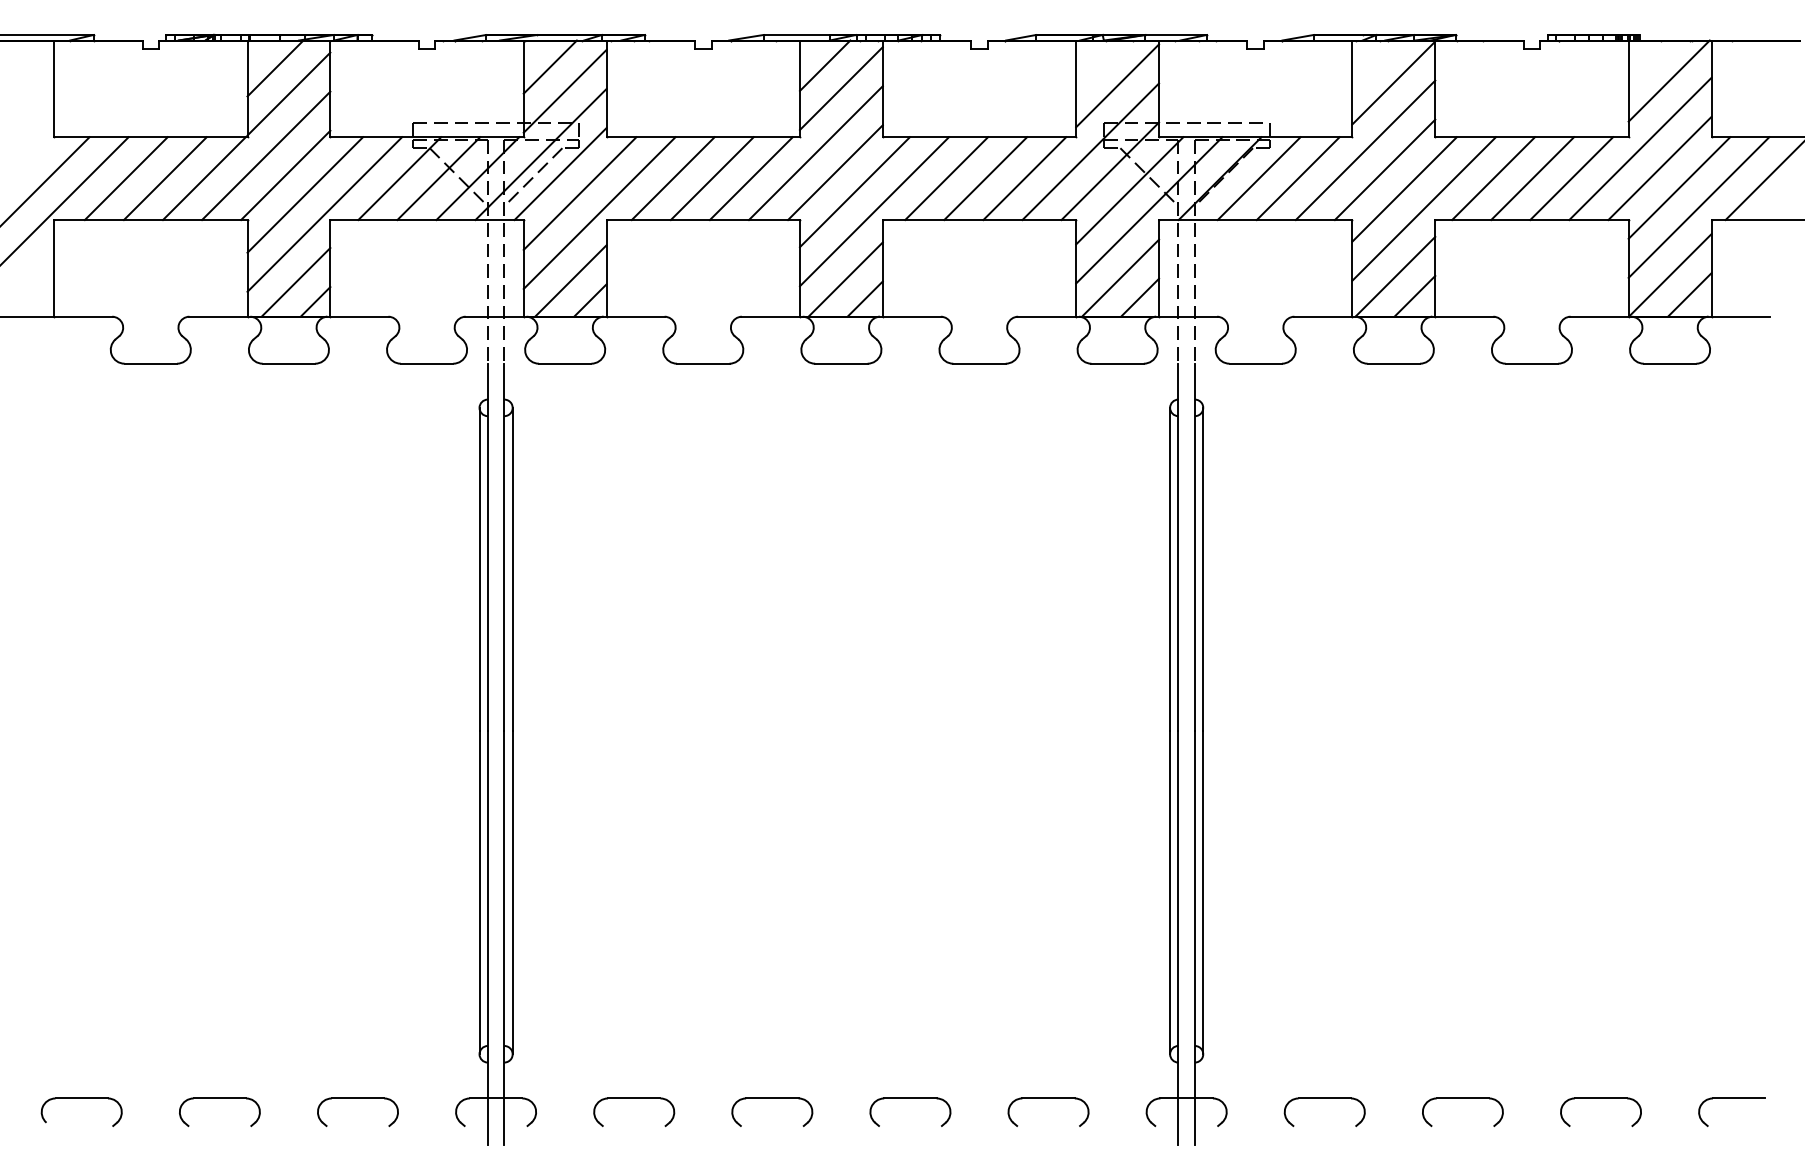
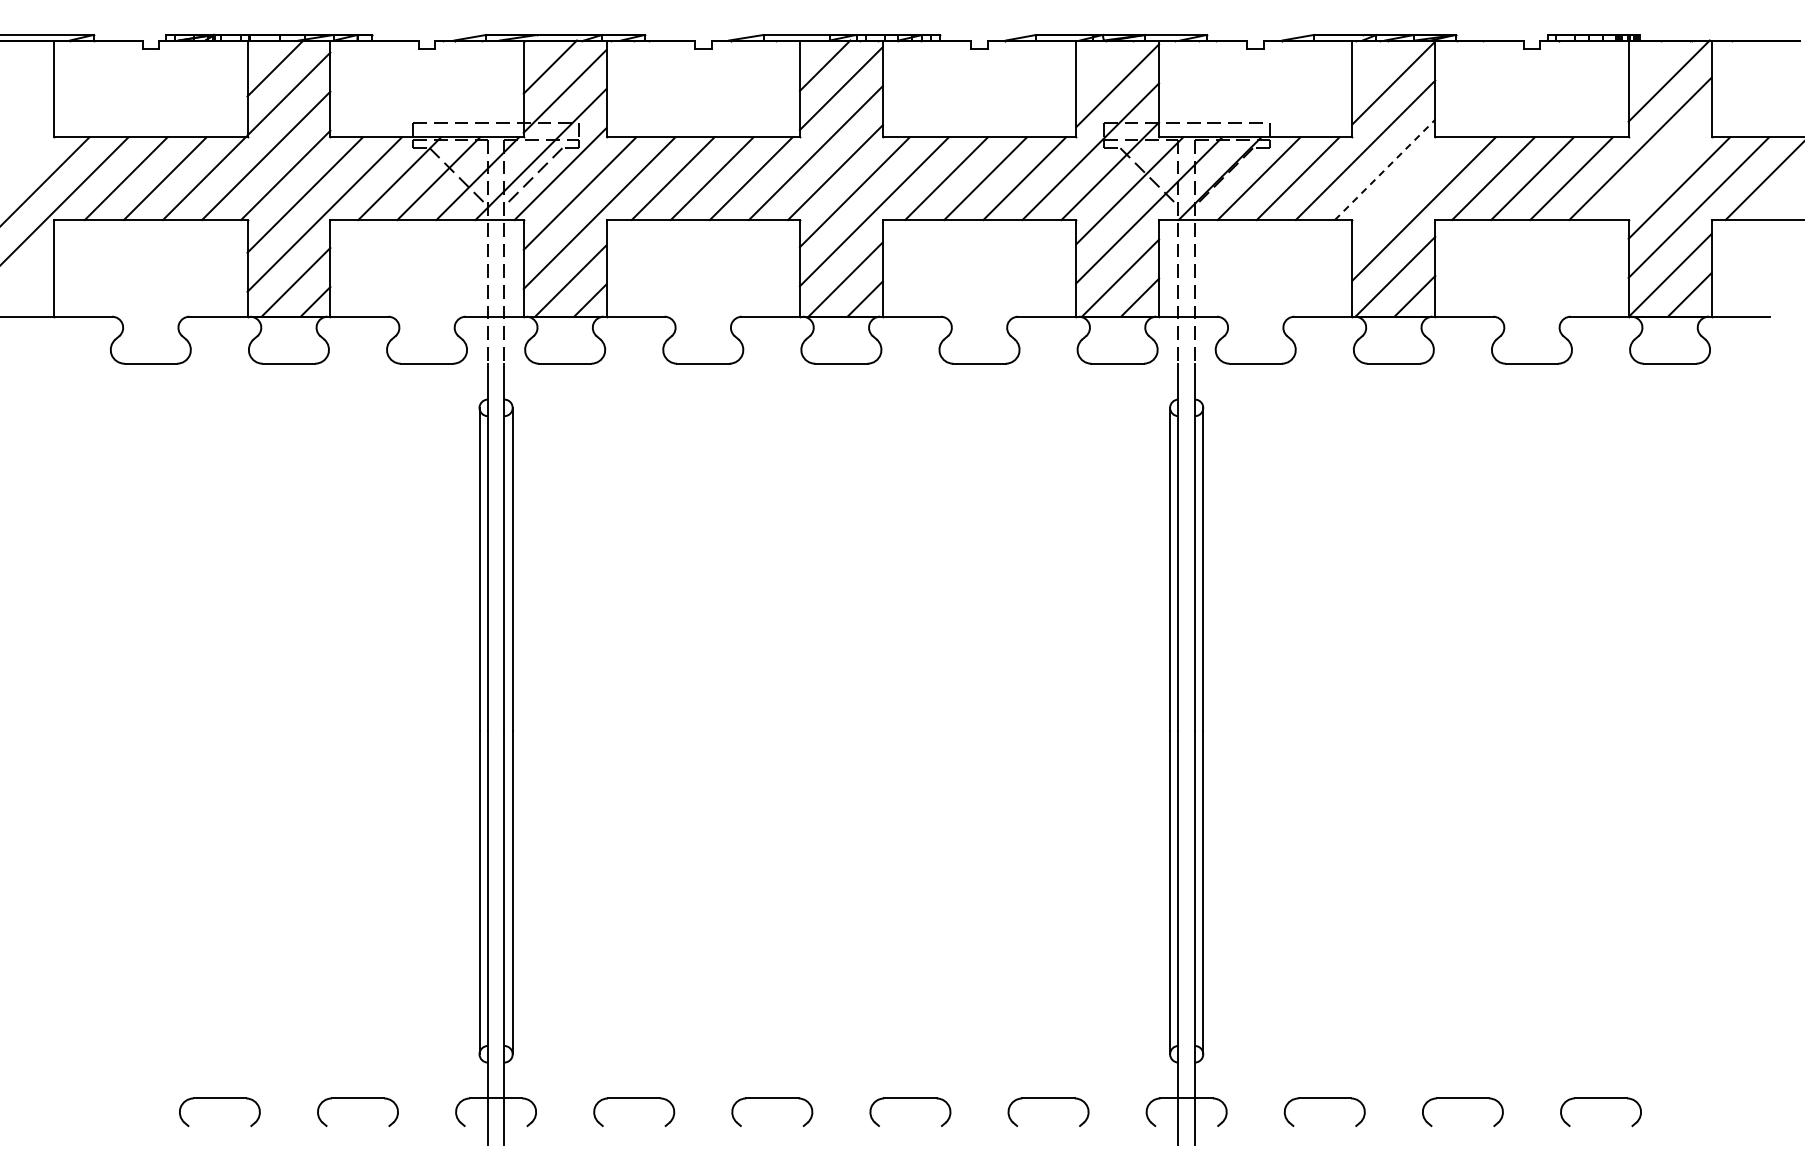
line at (1659, 168): present -> none
line at (1385, 169): solid -> dashed
line at (1404, 189): present -> none
part at (81, 1098): present -> none
part at (1731, 1098): present -> none
